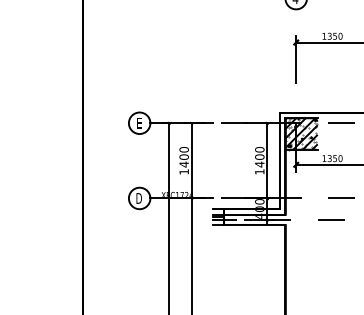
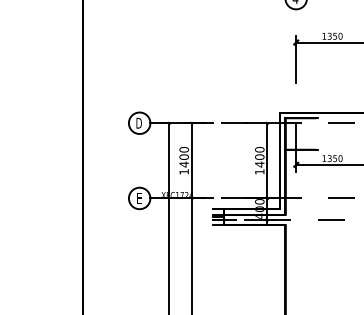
text at (138, 122): E -> D
hatch at (301, 133): present -> none
text at (138, 198): D -> E
